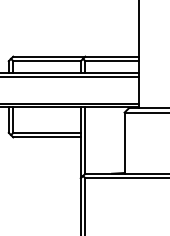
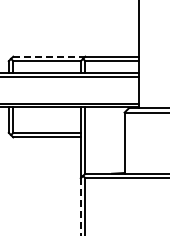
line at (49, 56): solid -> dashed
line at (80, 207): solid -> dashed
